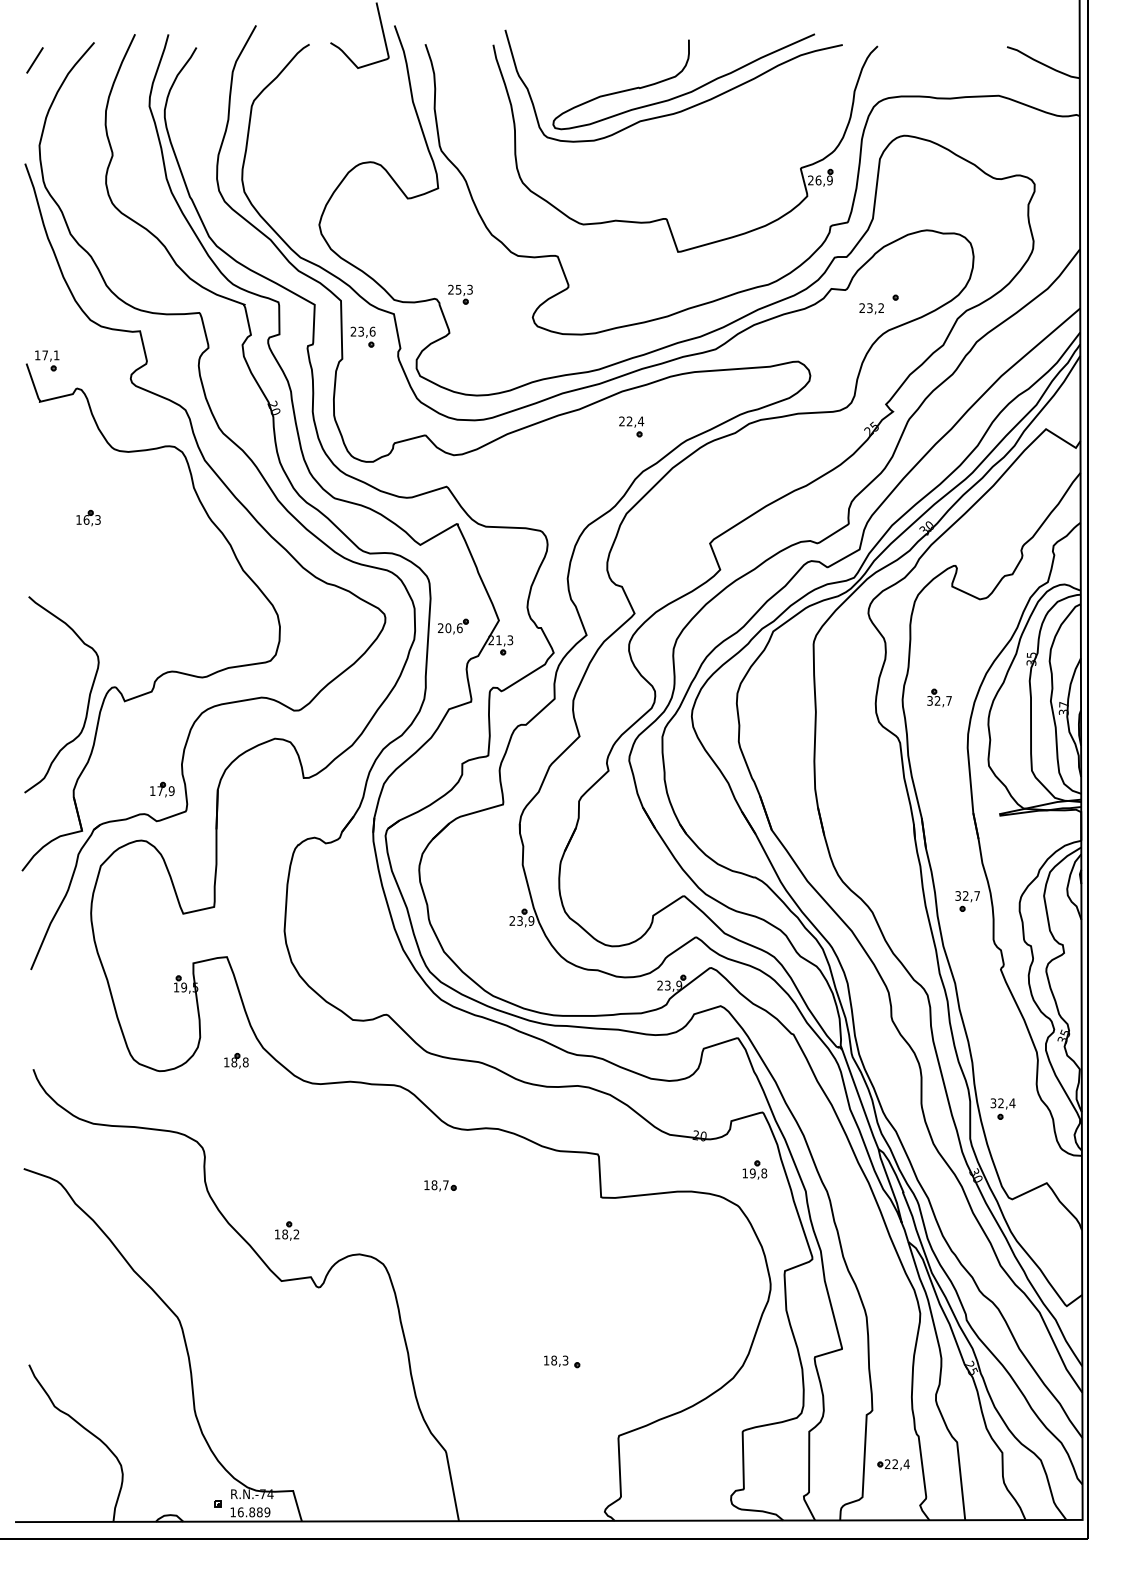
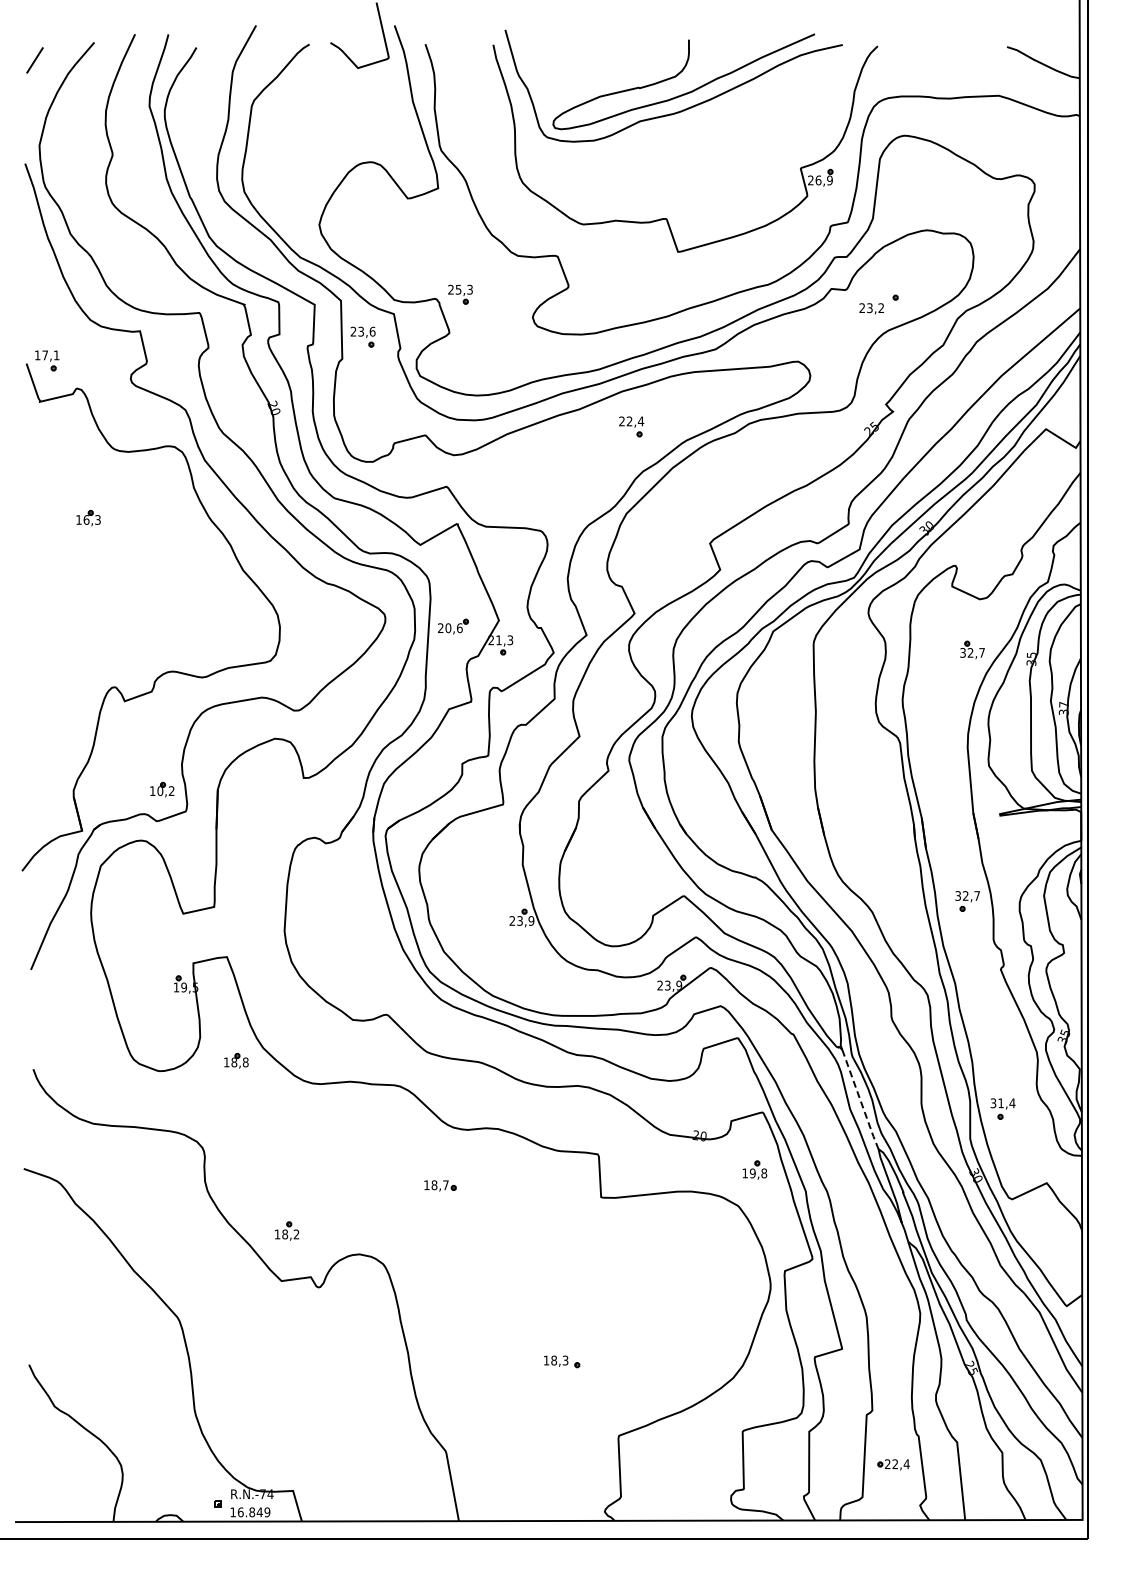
curve at (88, 696): present -> none
part at (939, 697) position: (939, 697) -> (972, 649)
text at (165, 791): 17,9 -> 10,2
line at (860, 1100): solid -> dashed
text at (1000, 1103): 32,4 -> 31,4
text at (259, 1512): 16.889 -> 16.849
